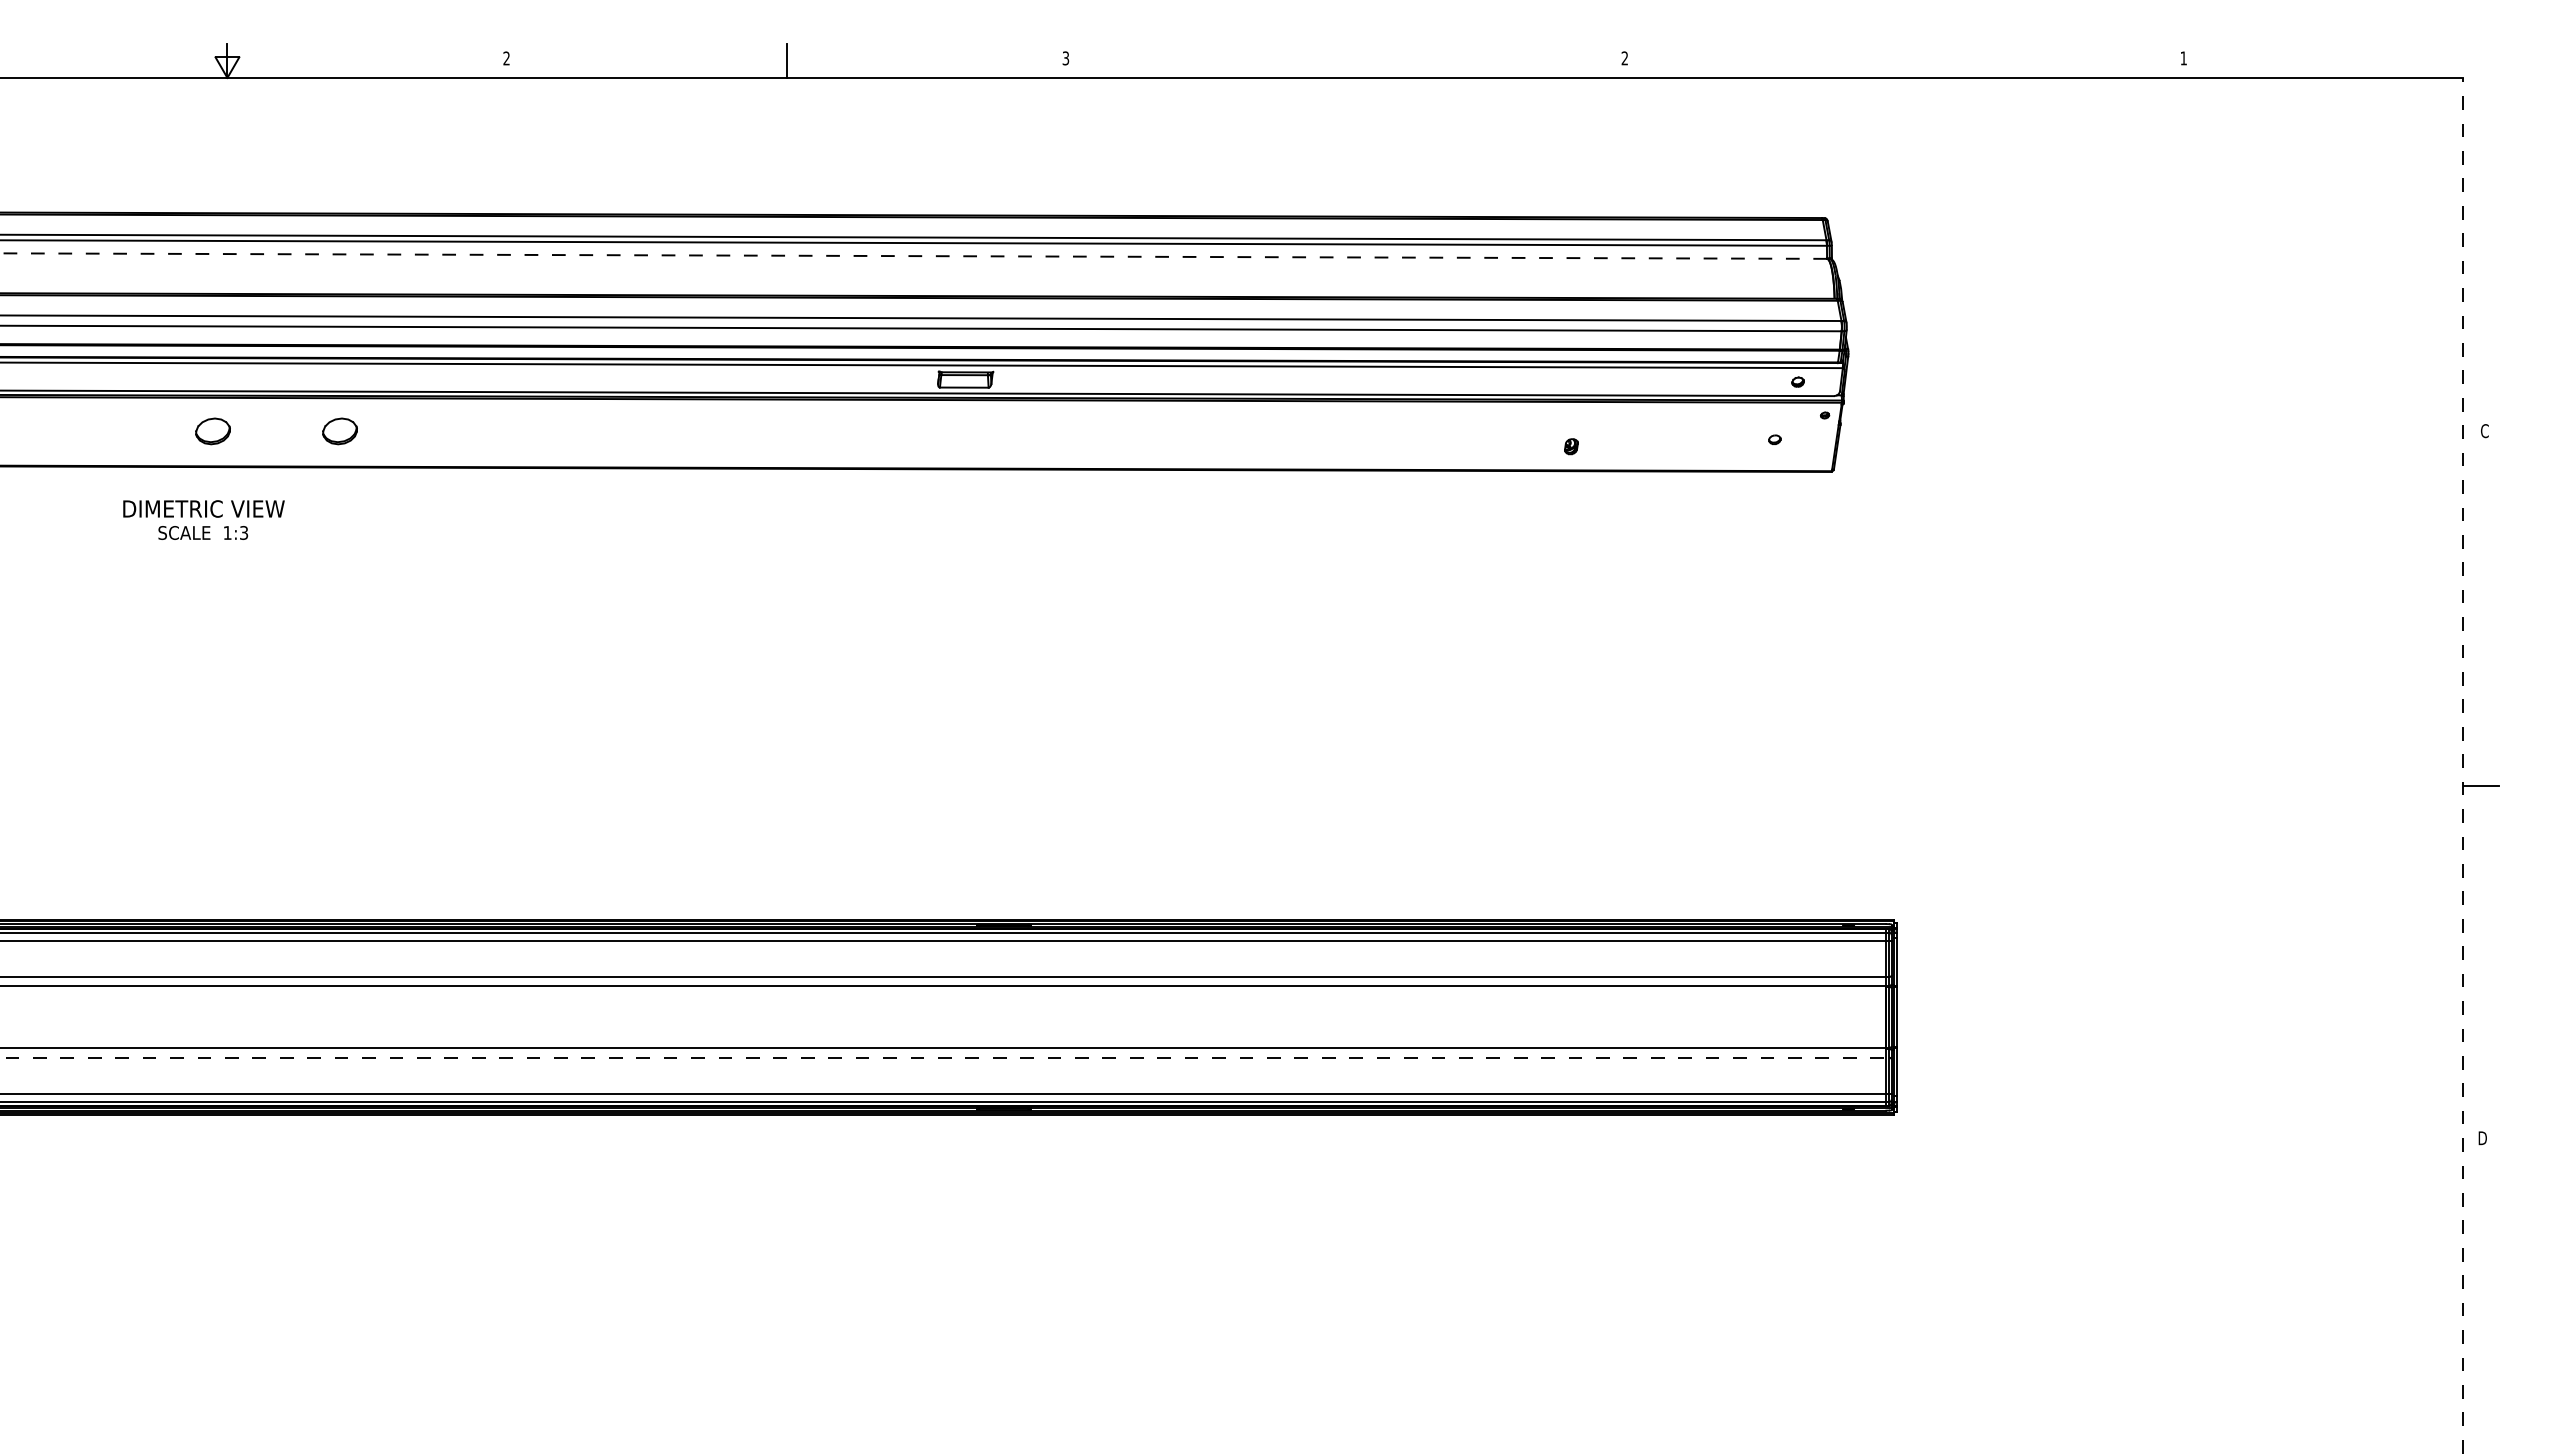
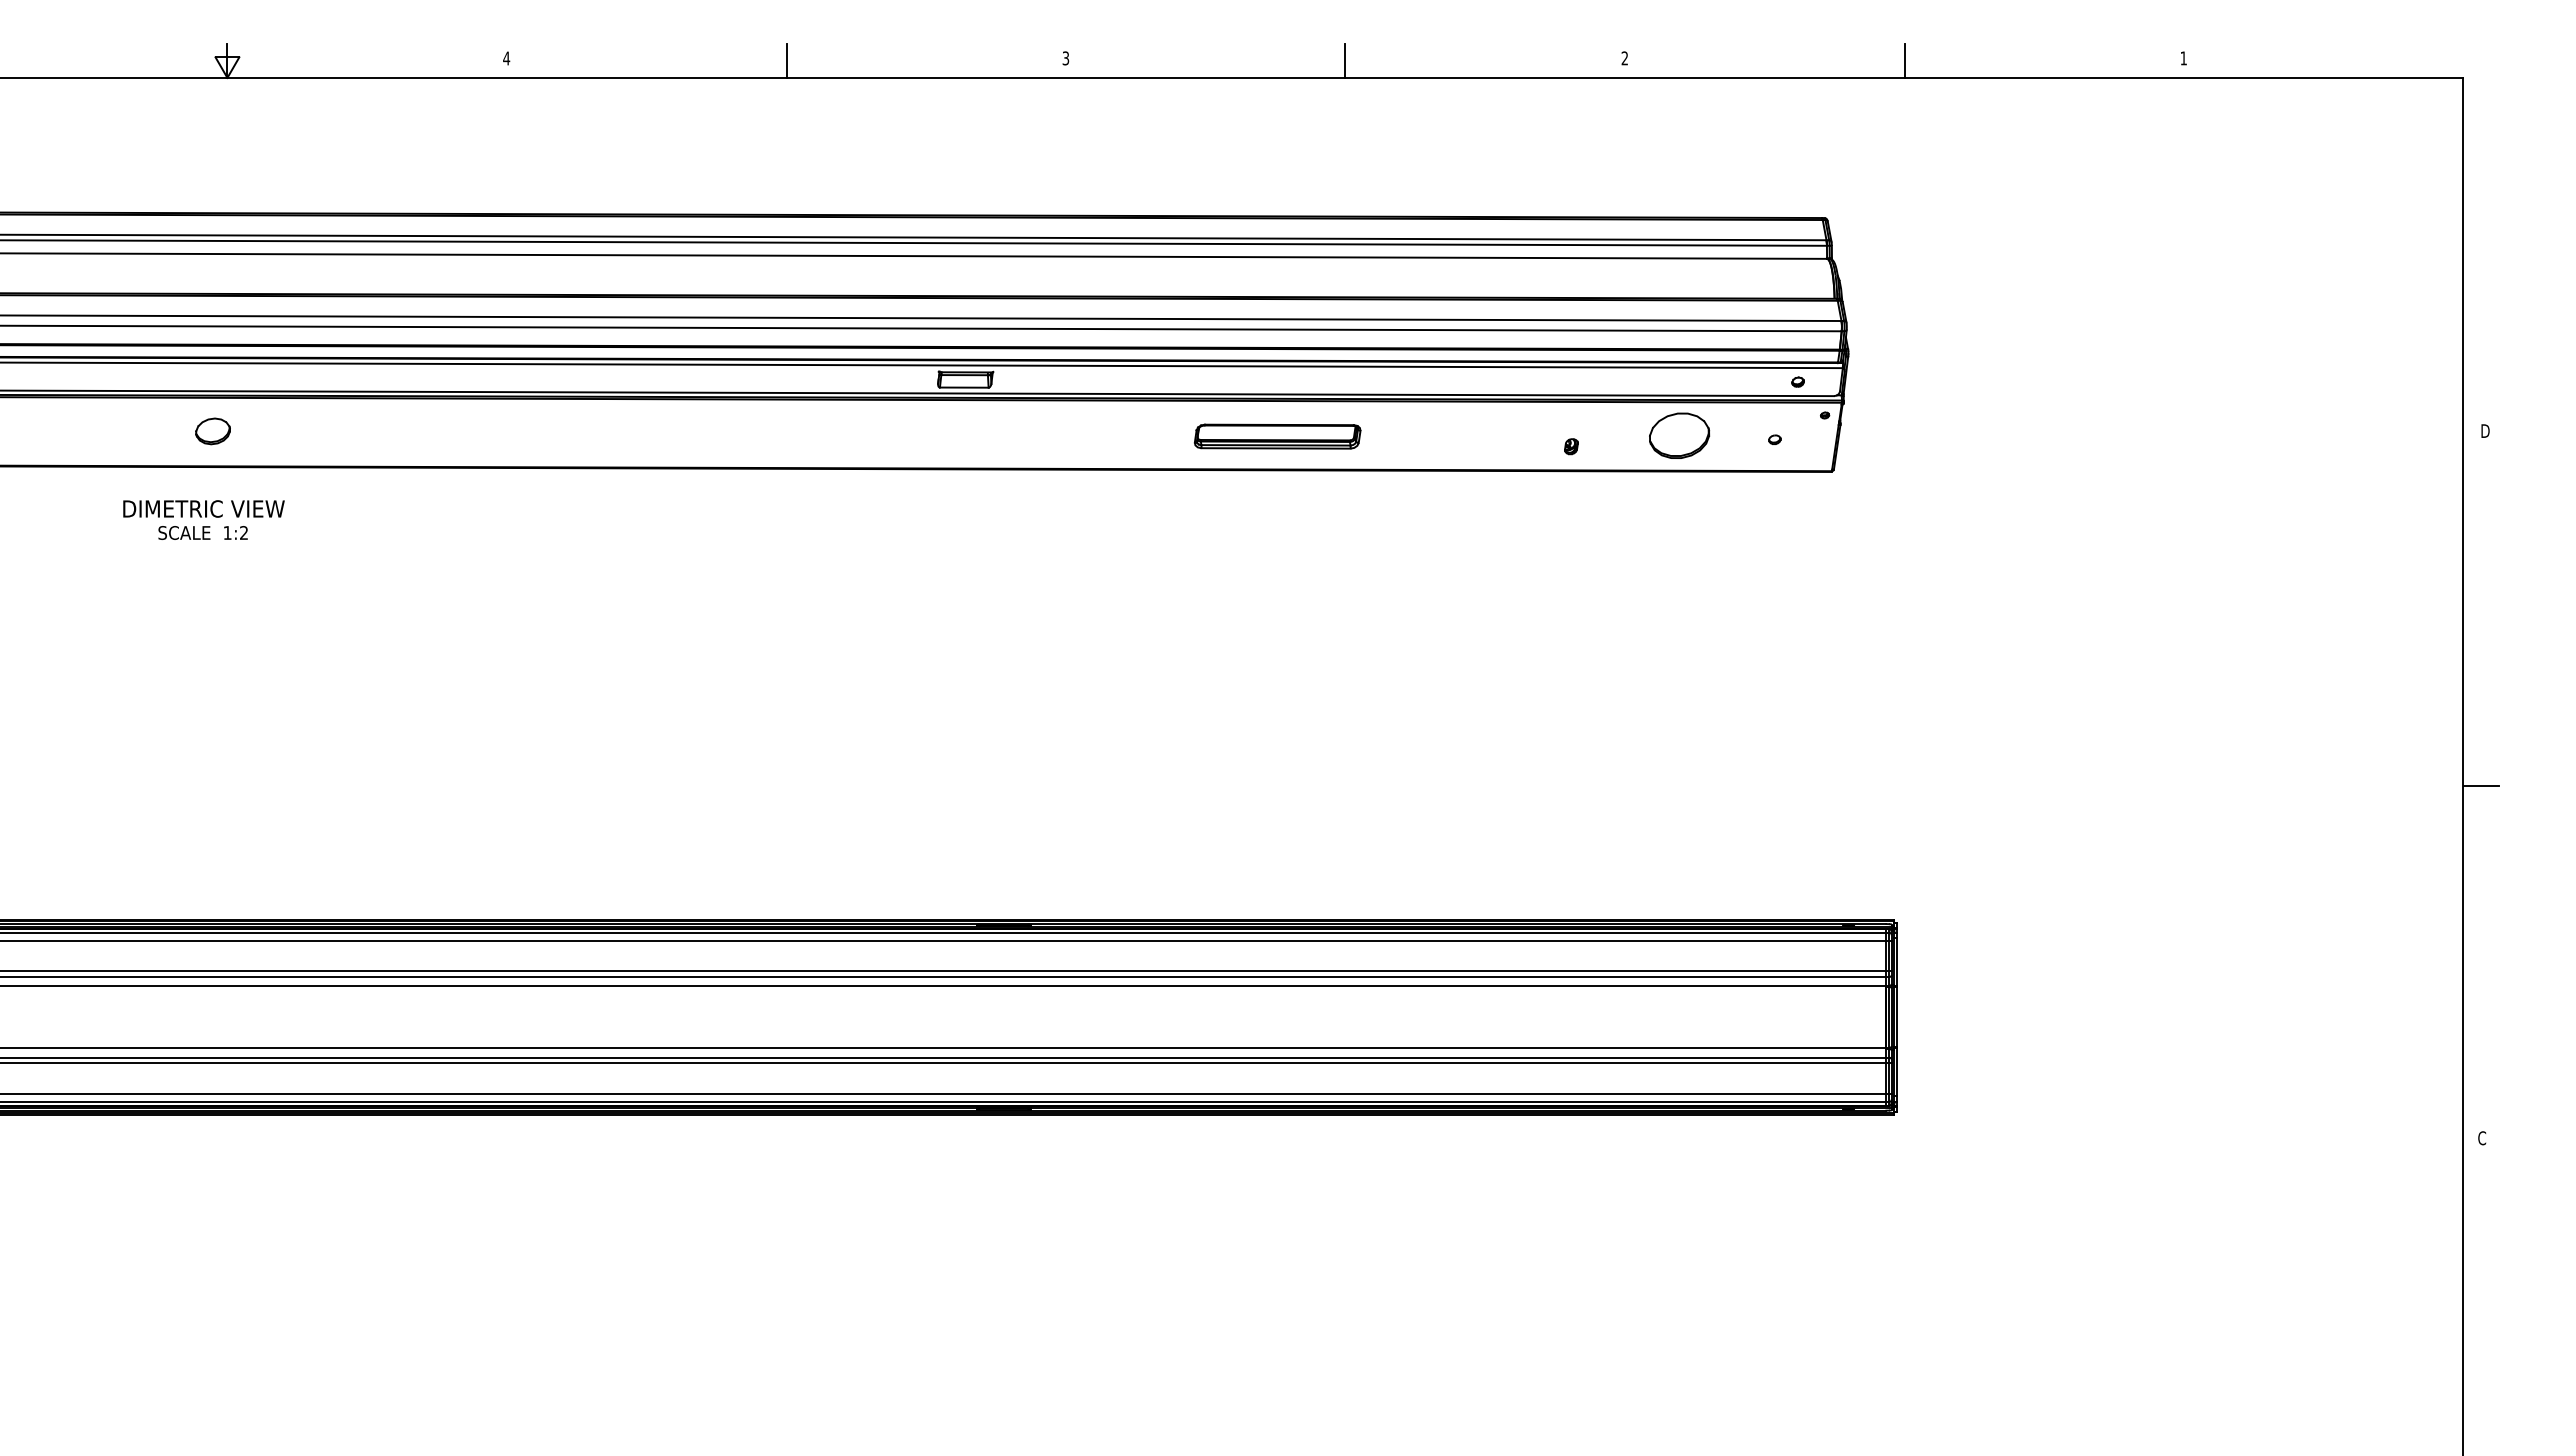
text at (506, 58): 2 -> 4
line at (1345, 60): none -> present
line at (1904, 60): none -> present
line at (913, 256): dashed -> solid
part at (339, 431): present -> none
text at (2485, 431): C -> D
part at (1679, 435): none -> present
part at (1277, 436): none -> present
text at (244, 532): 1:3 -> 1:2
line at (2463, 766): dashed -> solid
line at (946, 971): none -> present
line at (945, 1057): dashed -> solid
line at (946, 1063): none -> present
text at (2482, 1138): D -> C
